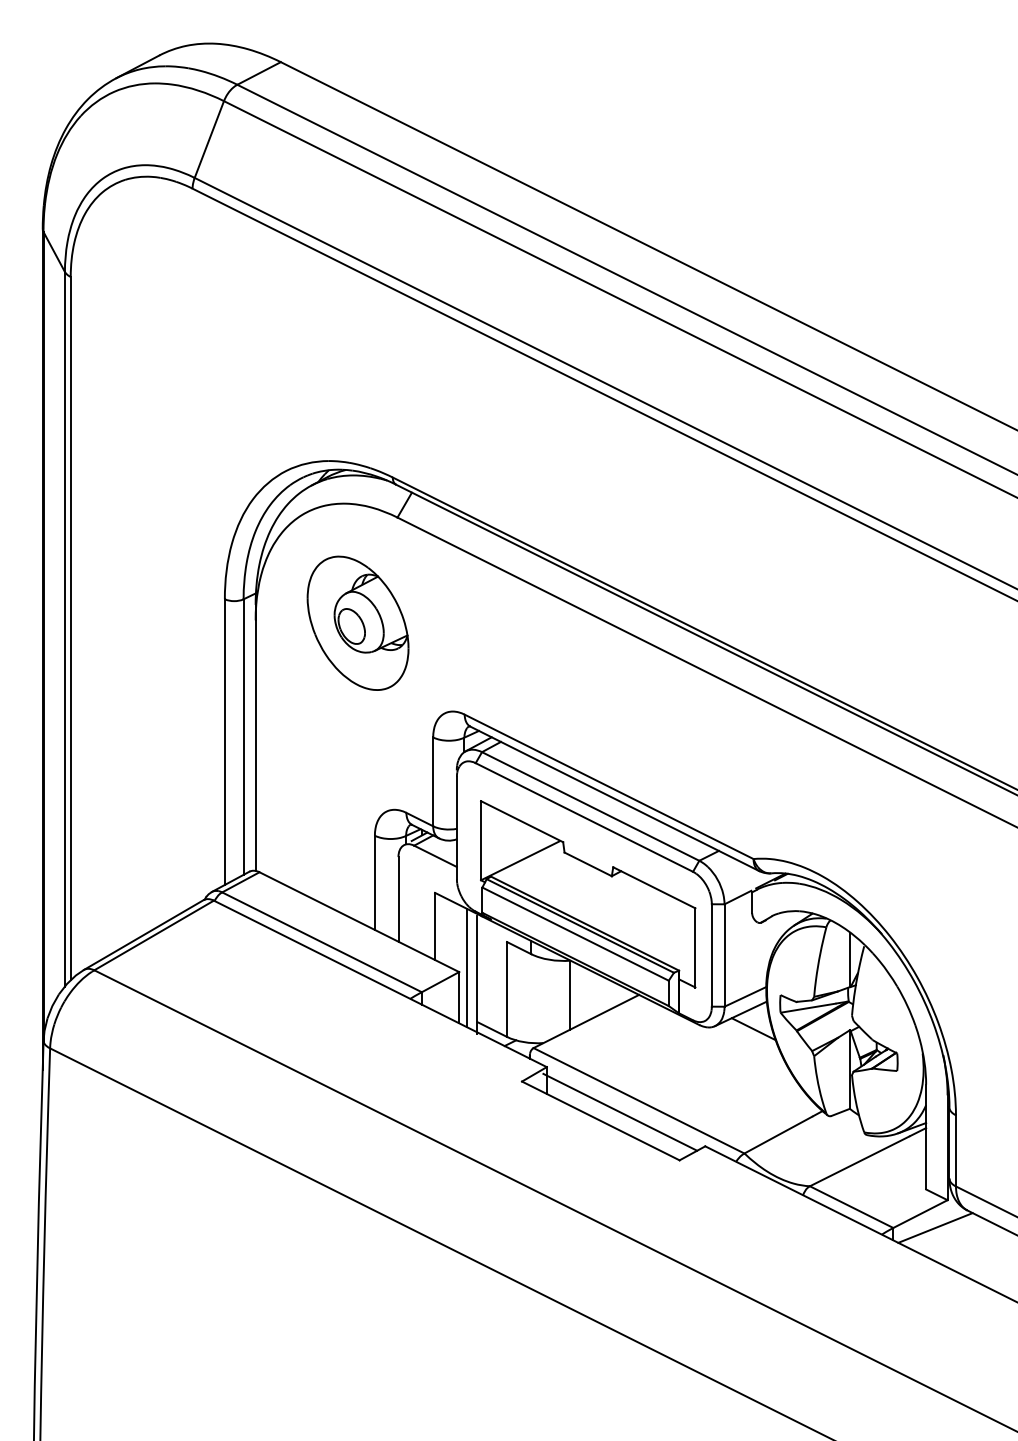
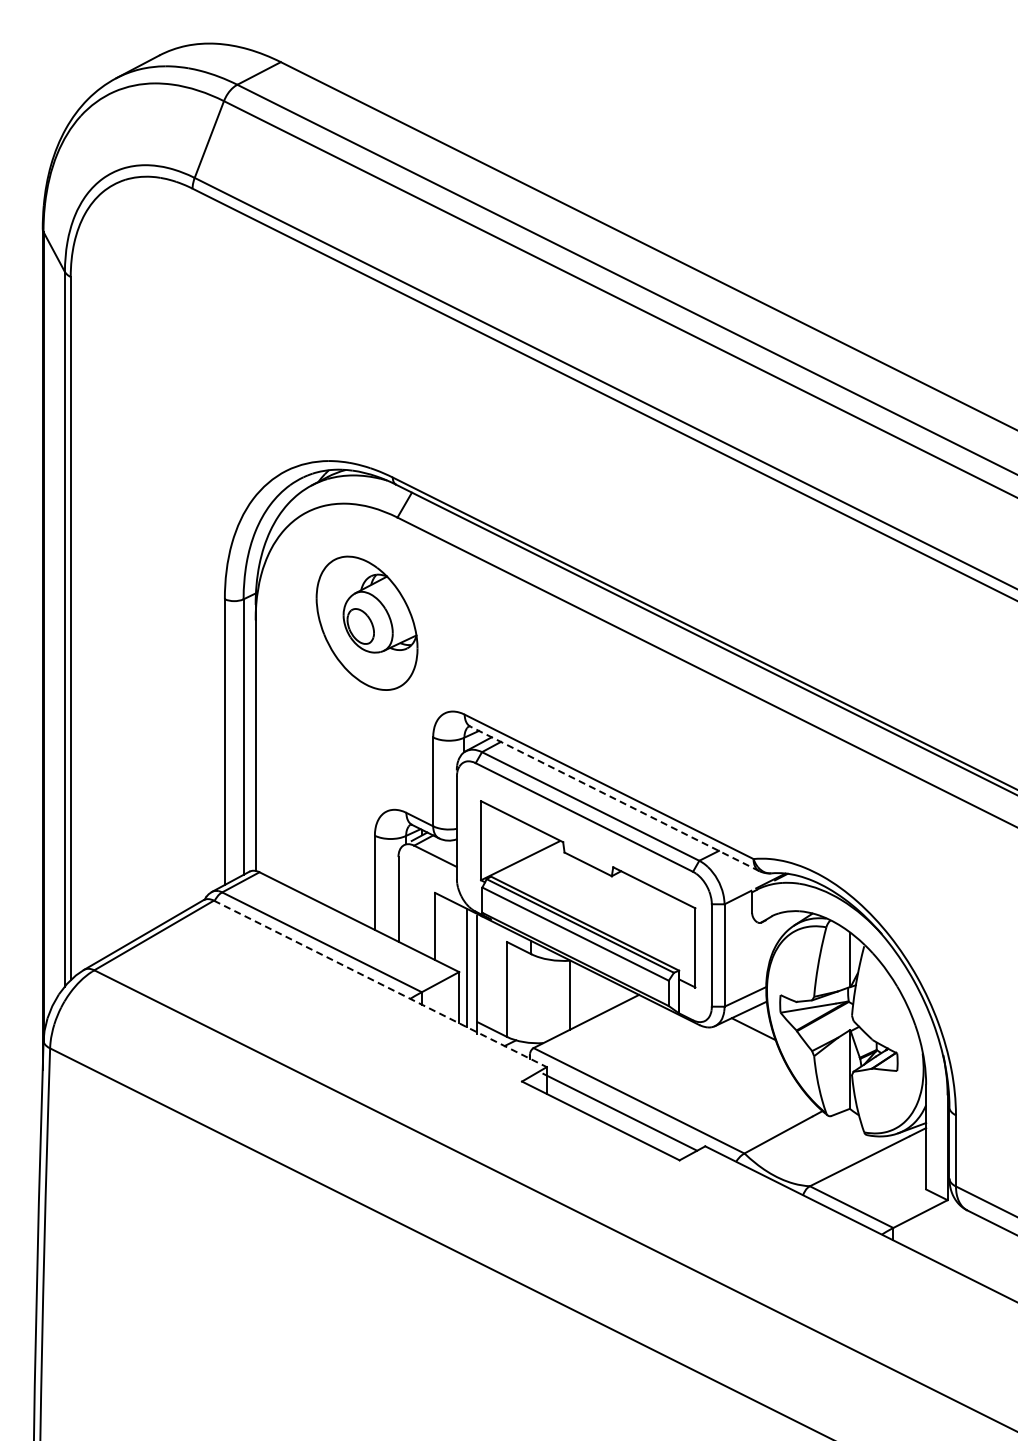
part at (357, 622) position: (357, 622) -> (366, 622)
line at (614, 798): solid -> dashed
line at (380, 984): solid -> dashed
line at (935, 1227): present -> none
